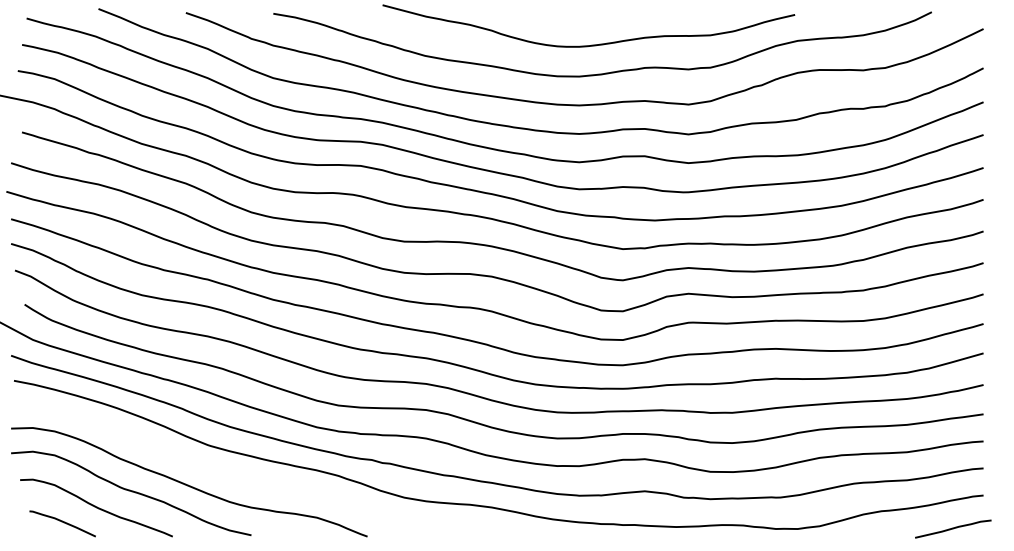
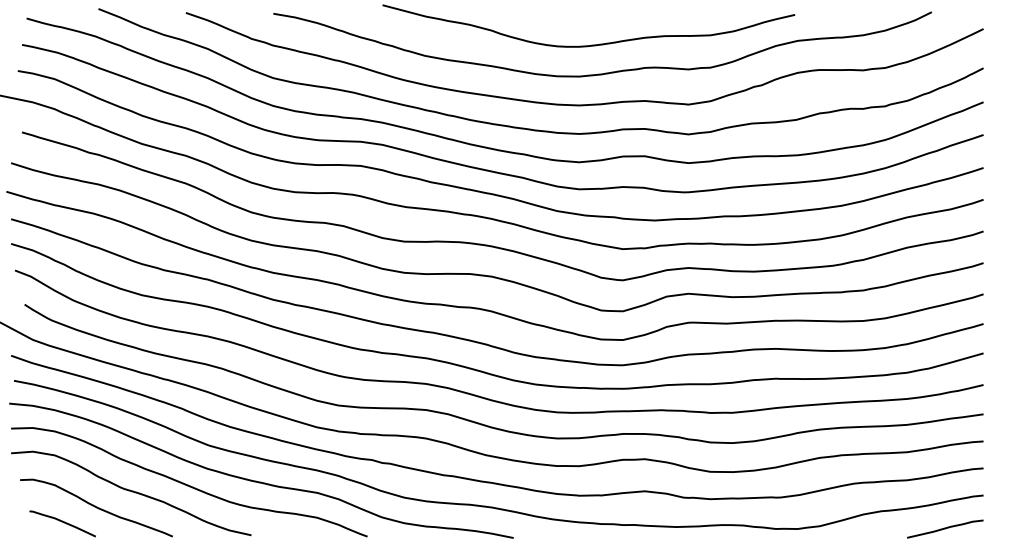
curve at (261, 481): none -> present
curve at (953, 528) position: (953, 528) -> (945, 528)
